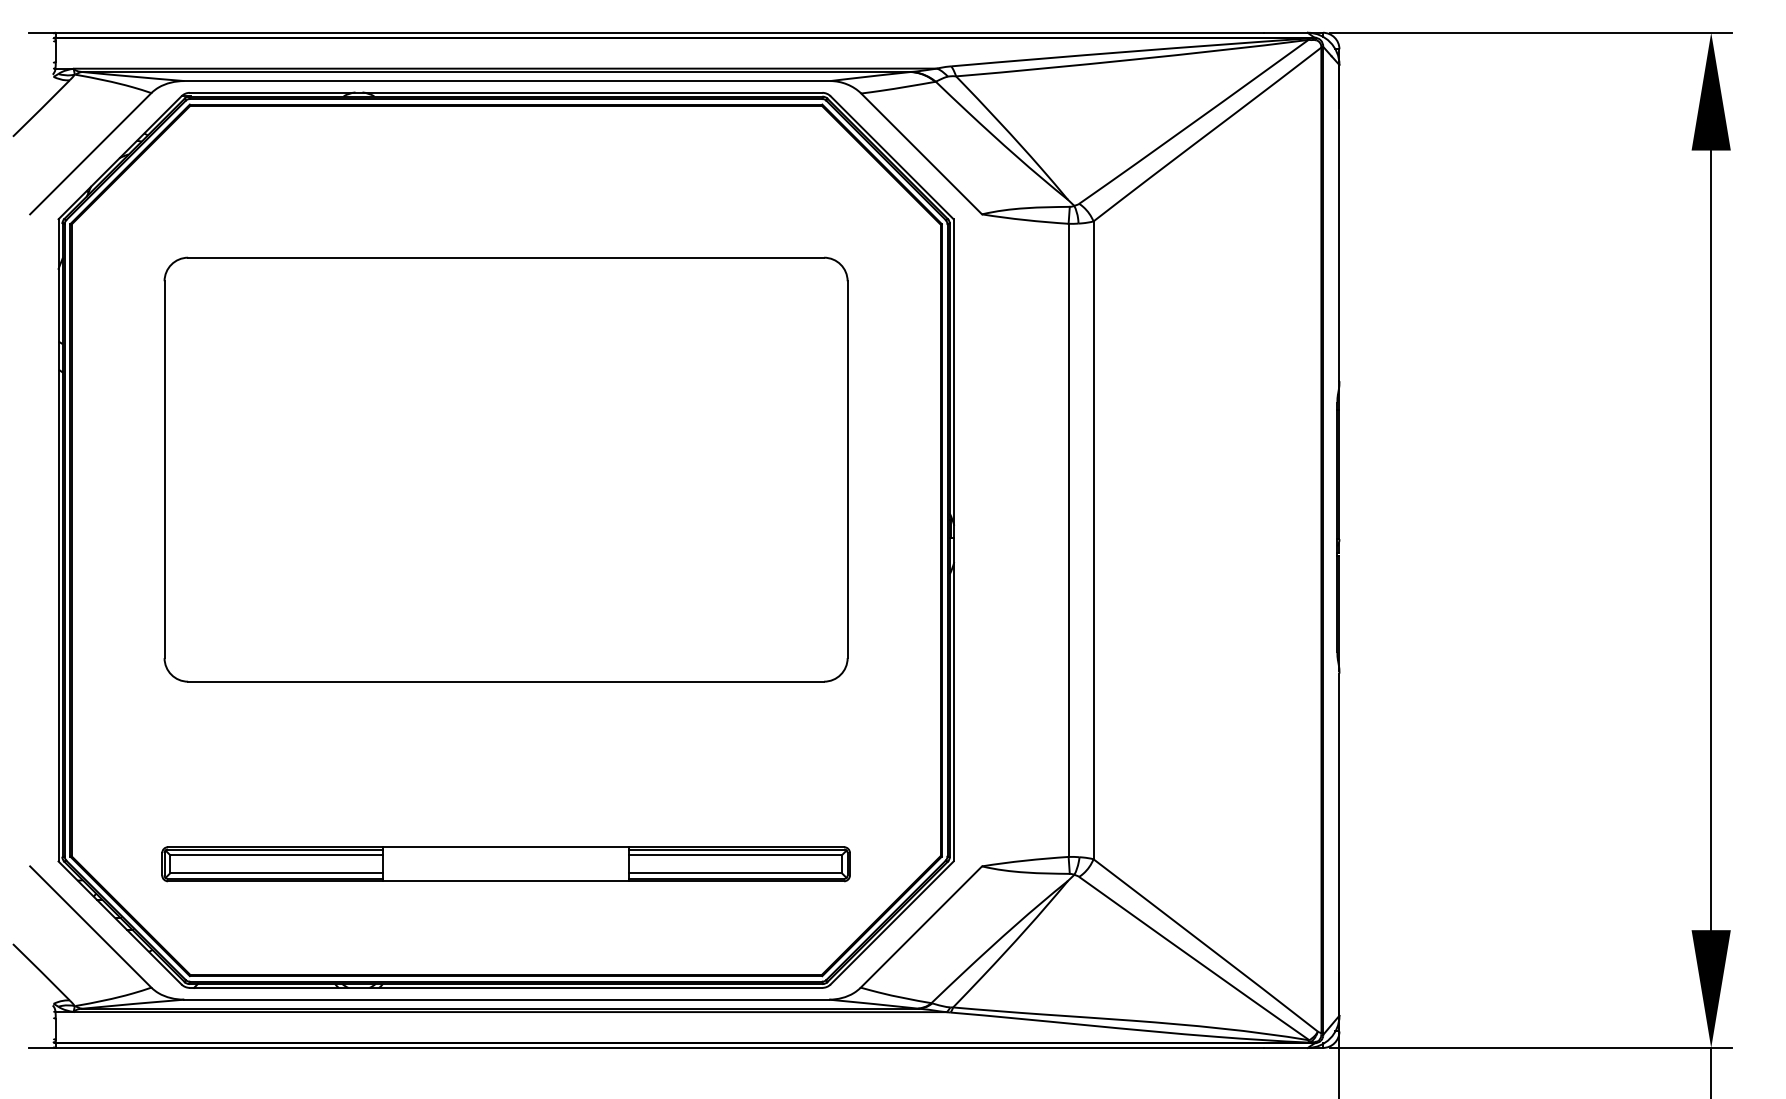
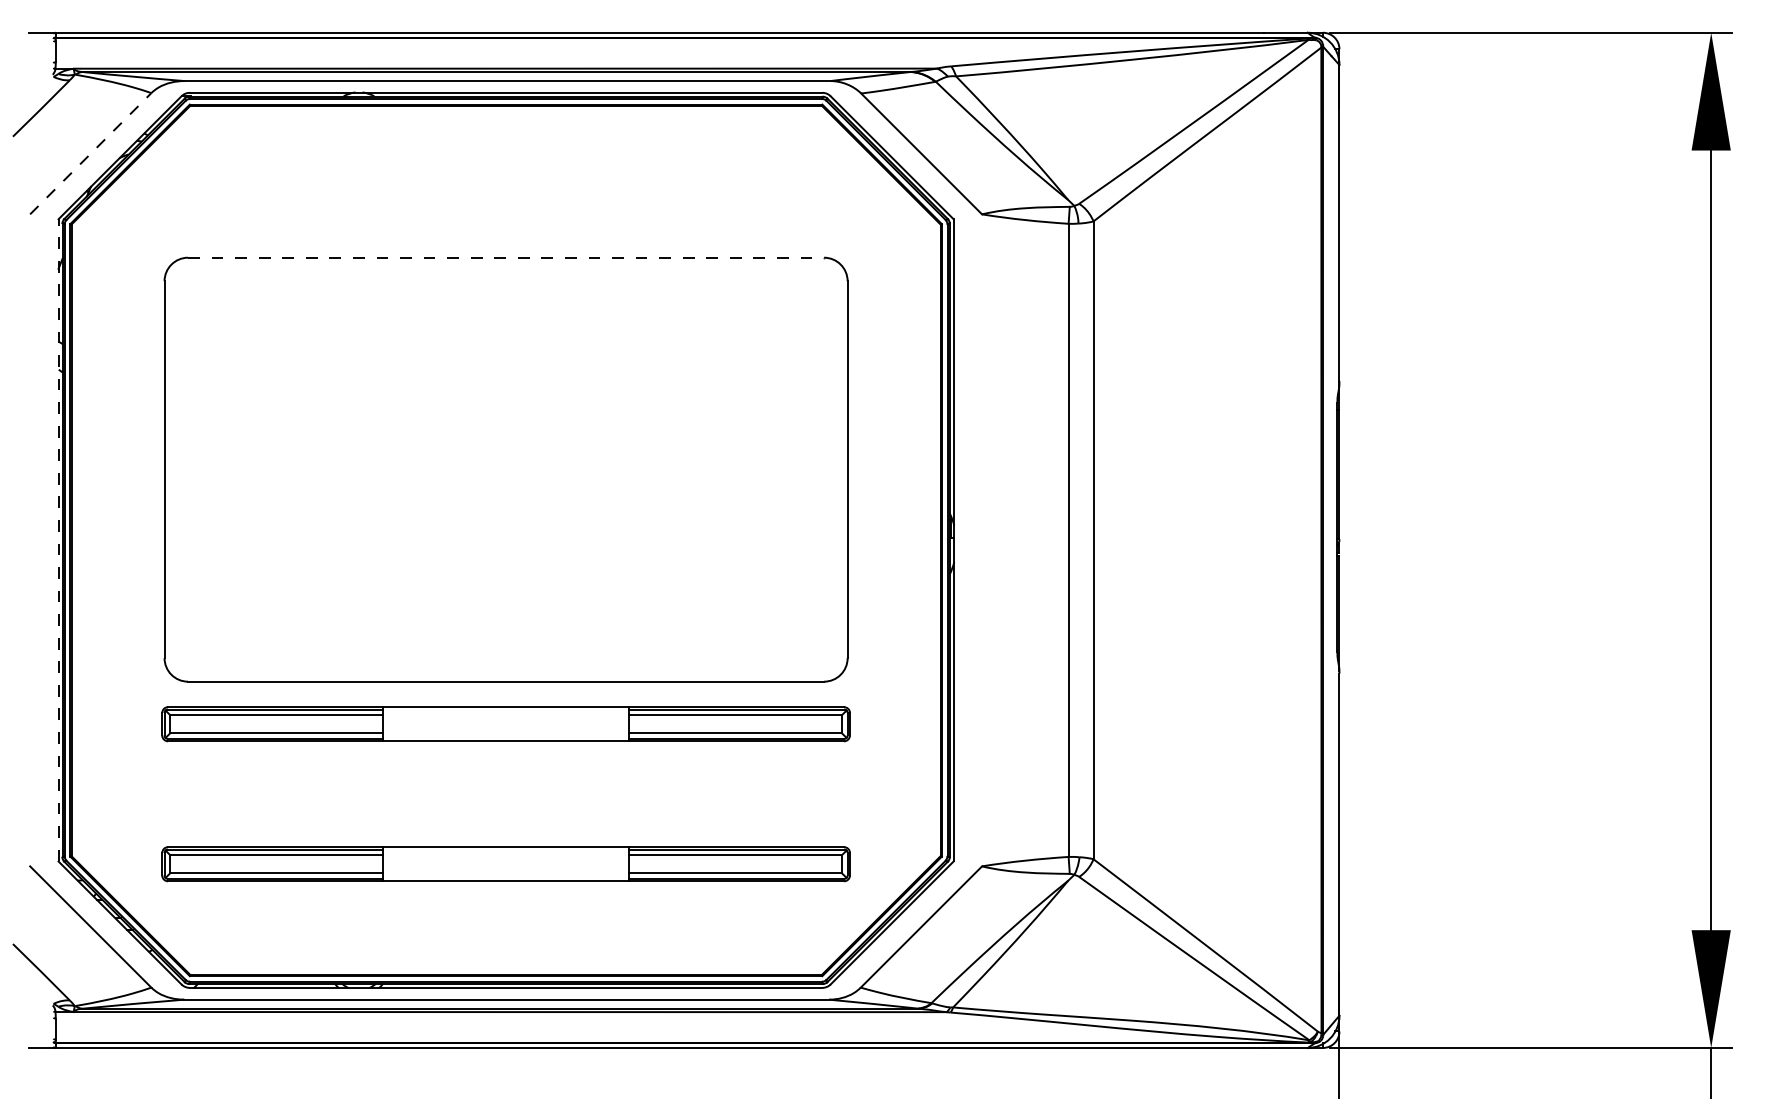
line at (90, 153): solid -> dashed
line at (506, 257): solid -> dashed
line at (58, 539): solid -> dashed
part at (505, 724): none -> present
